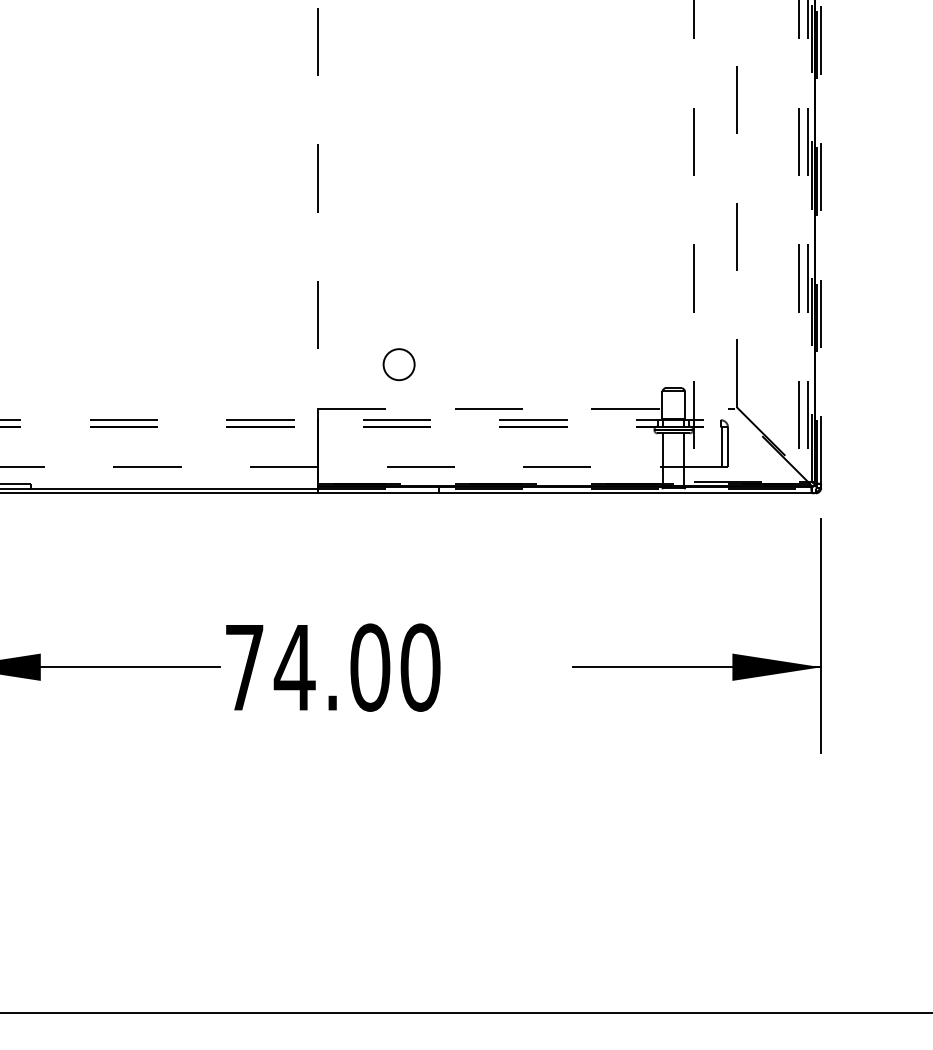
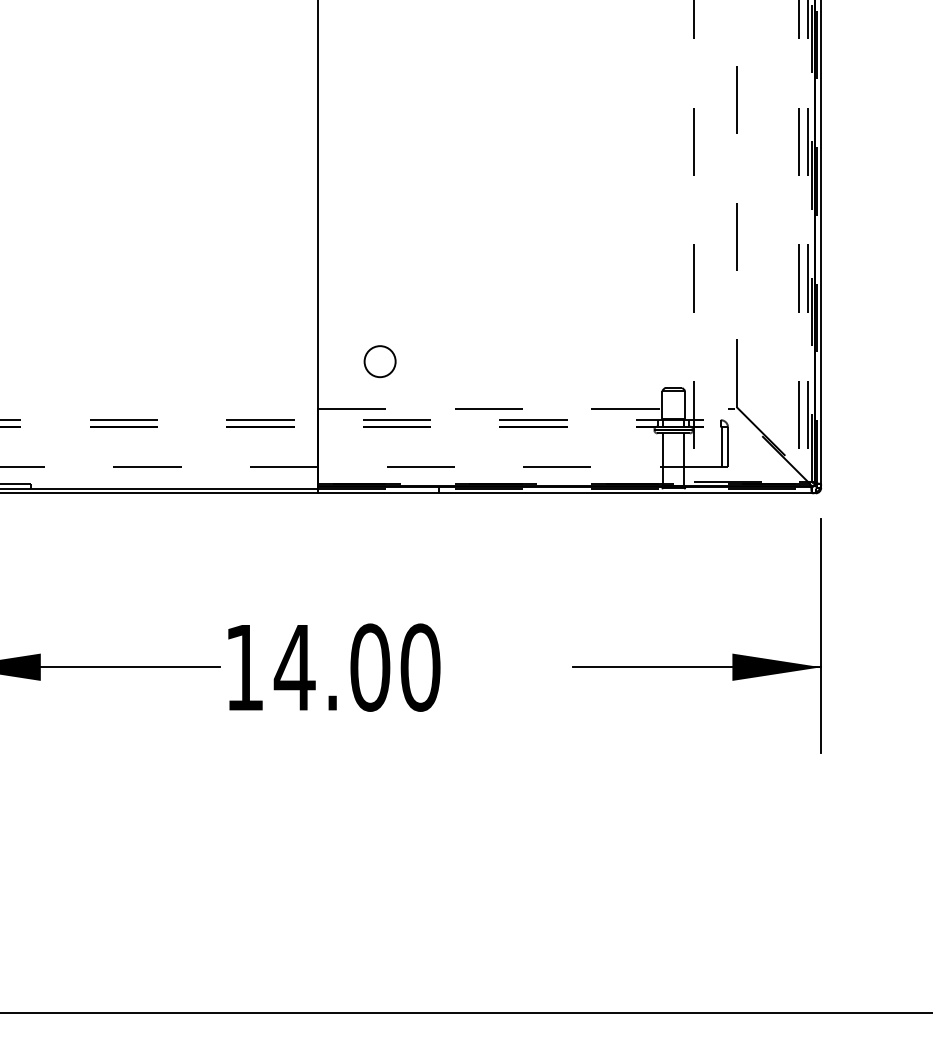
line at (318, 242): dashed -> solid
line at (821, 242): dashed -> solid
circle at (398, 364) position: (398, 364) -> (379, 361)
text at (244, 667): 74.00 -> 14.00
